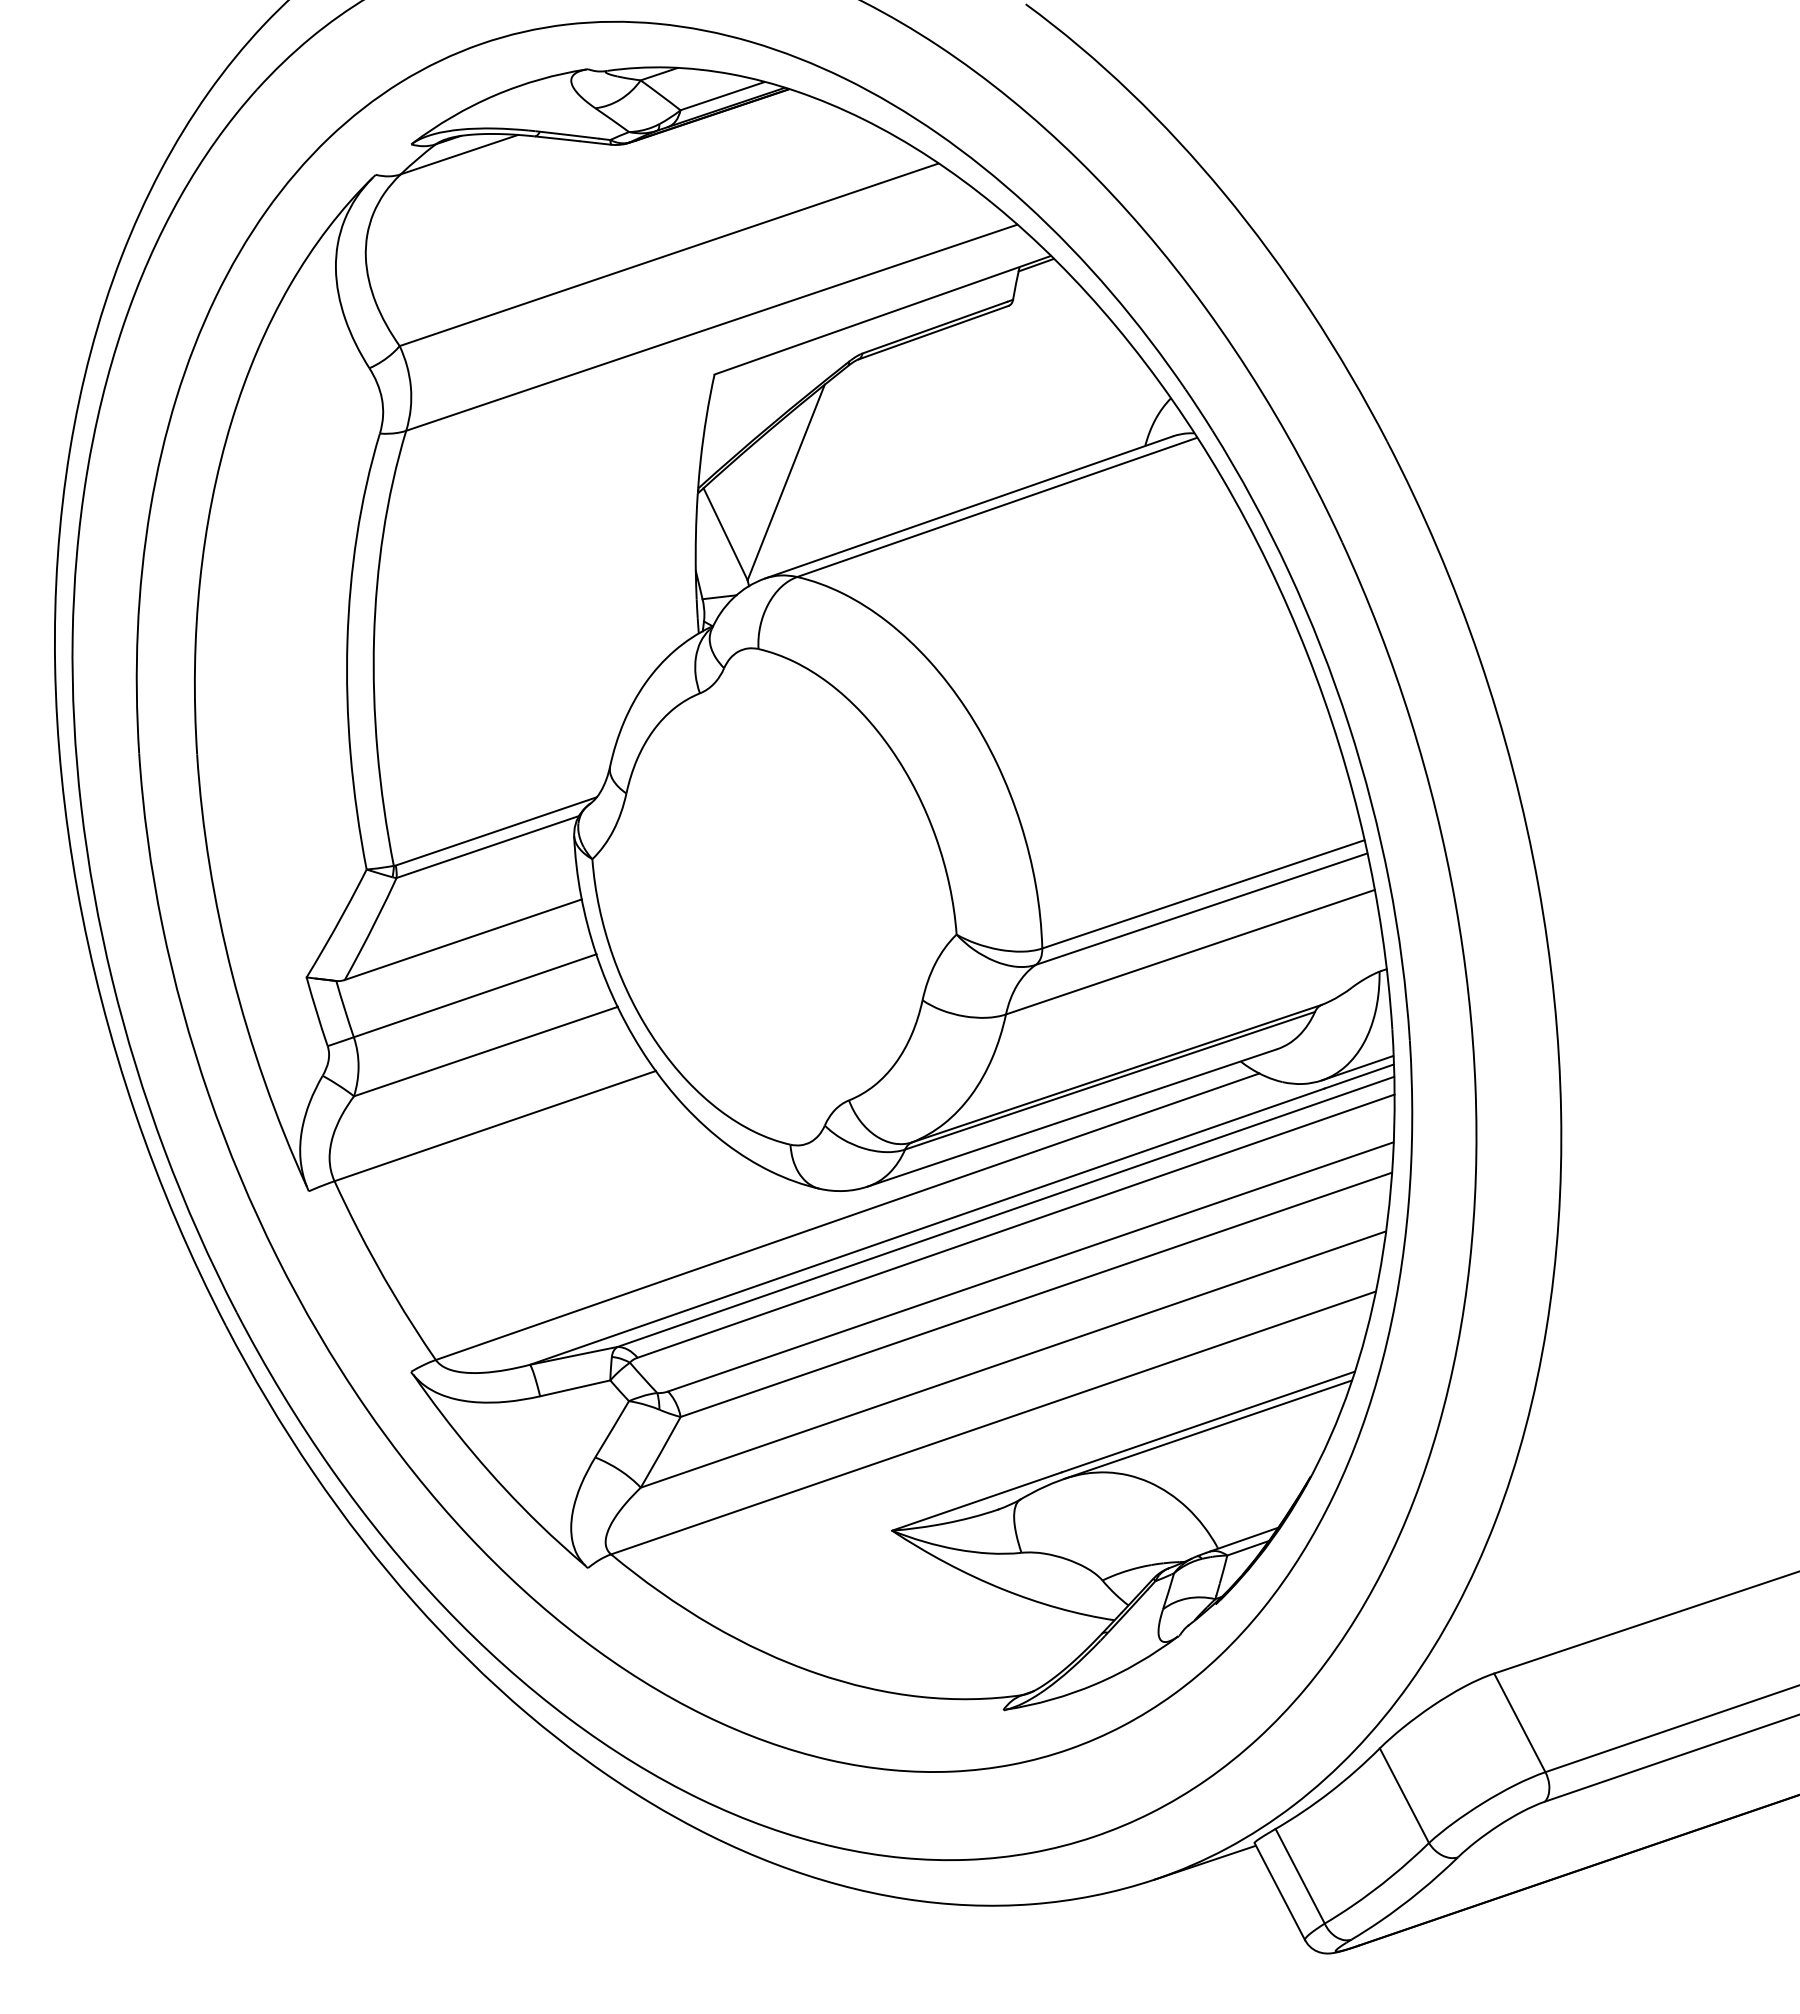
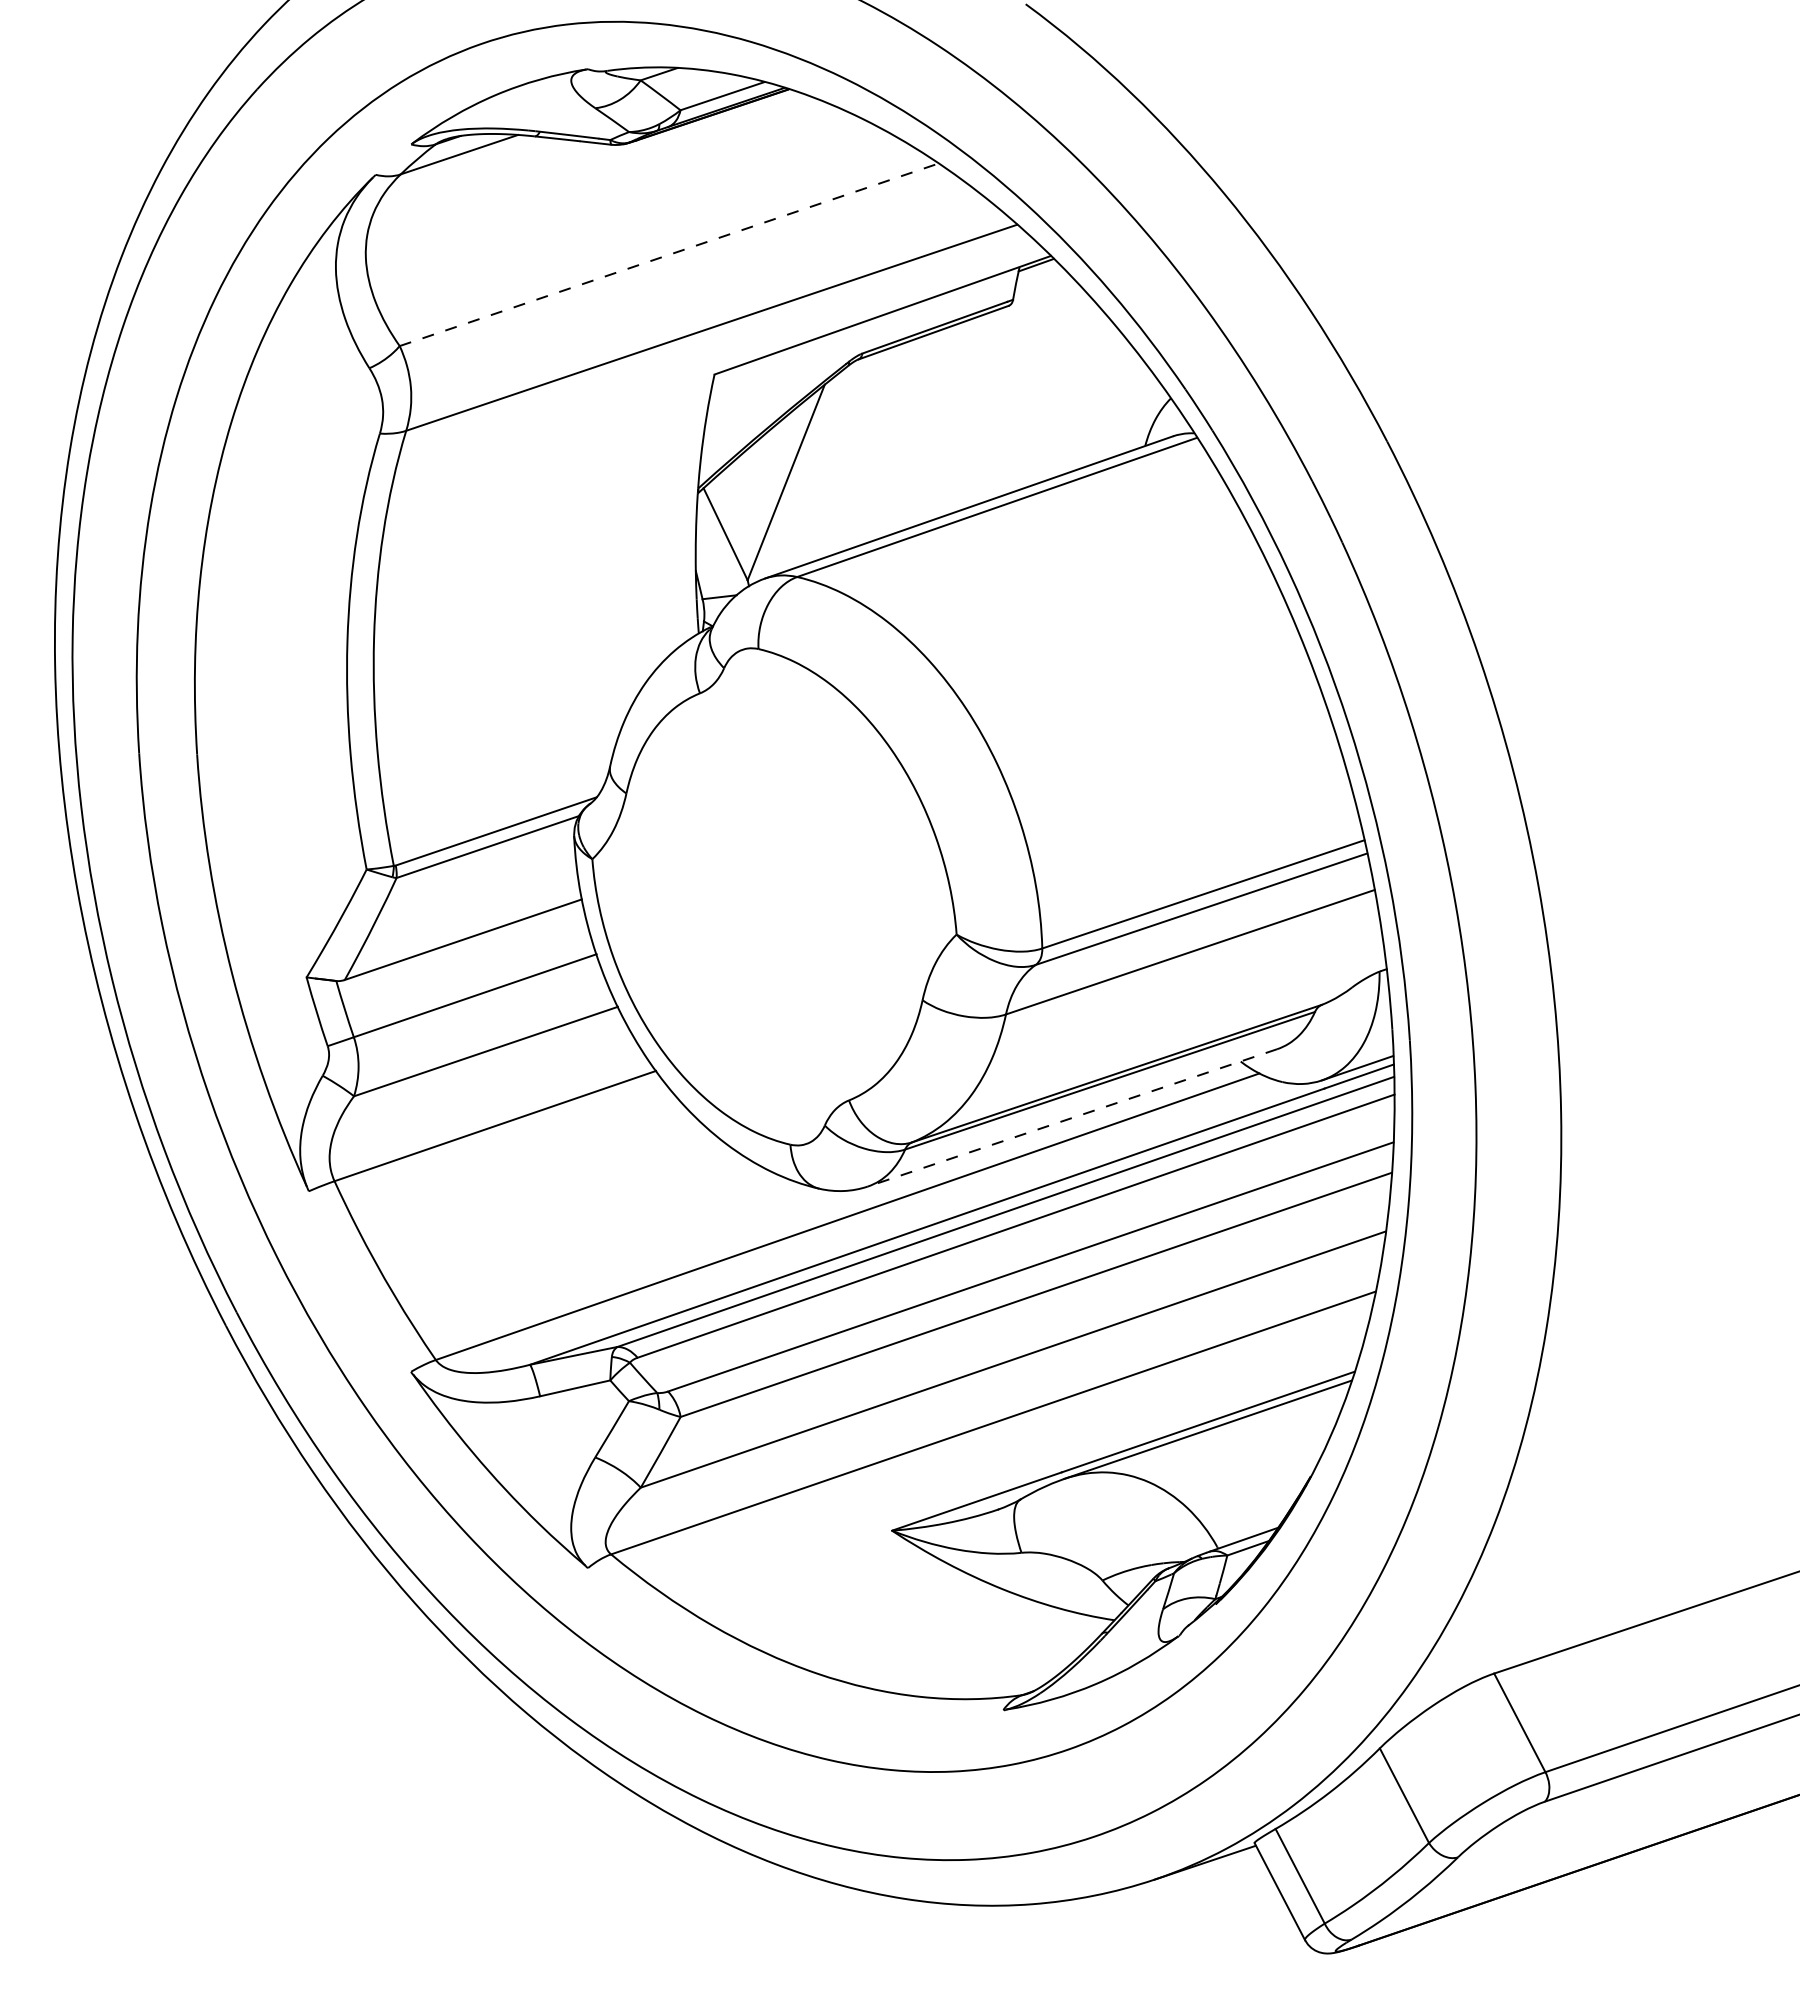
line at (669, 254): solid -> dashed
line at (1072, 1117): solid -> dashed
